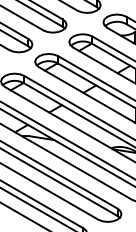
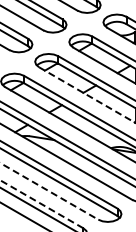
line at (87, 95): solid -> dashed
line at (49, 191): solid -> dashed
line at (41, 204): solid -> dashed
